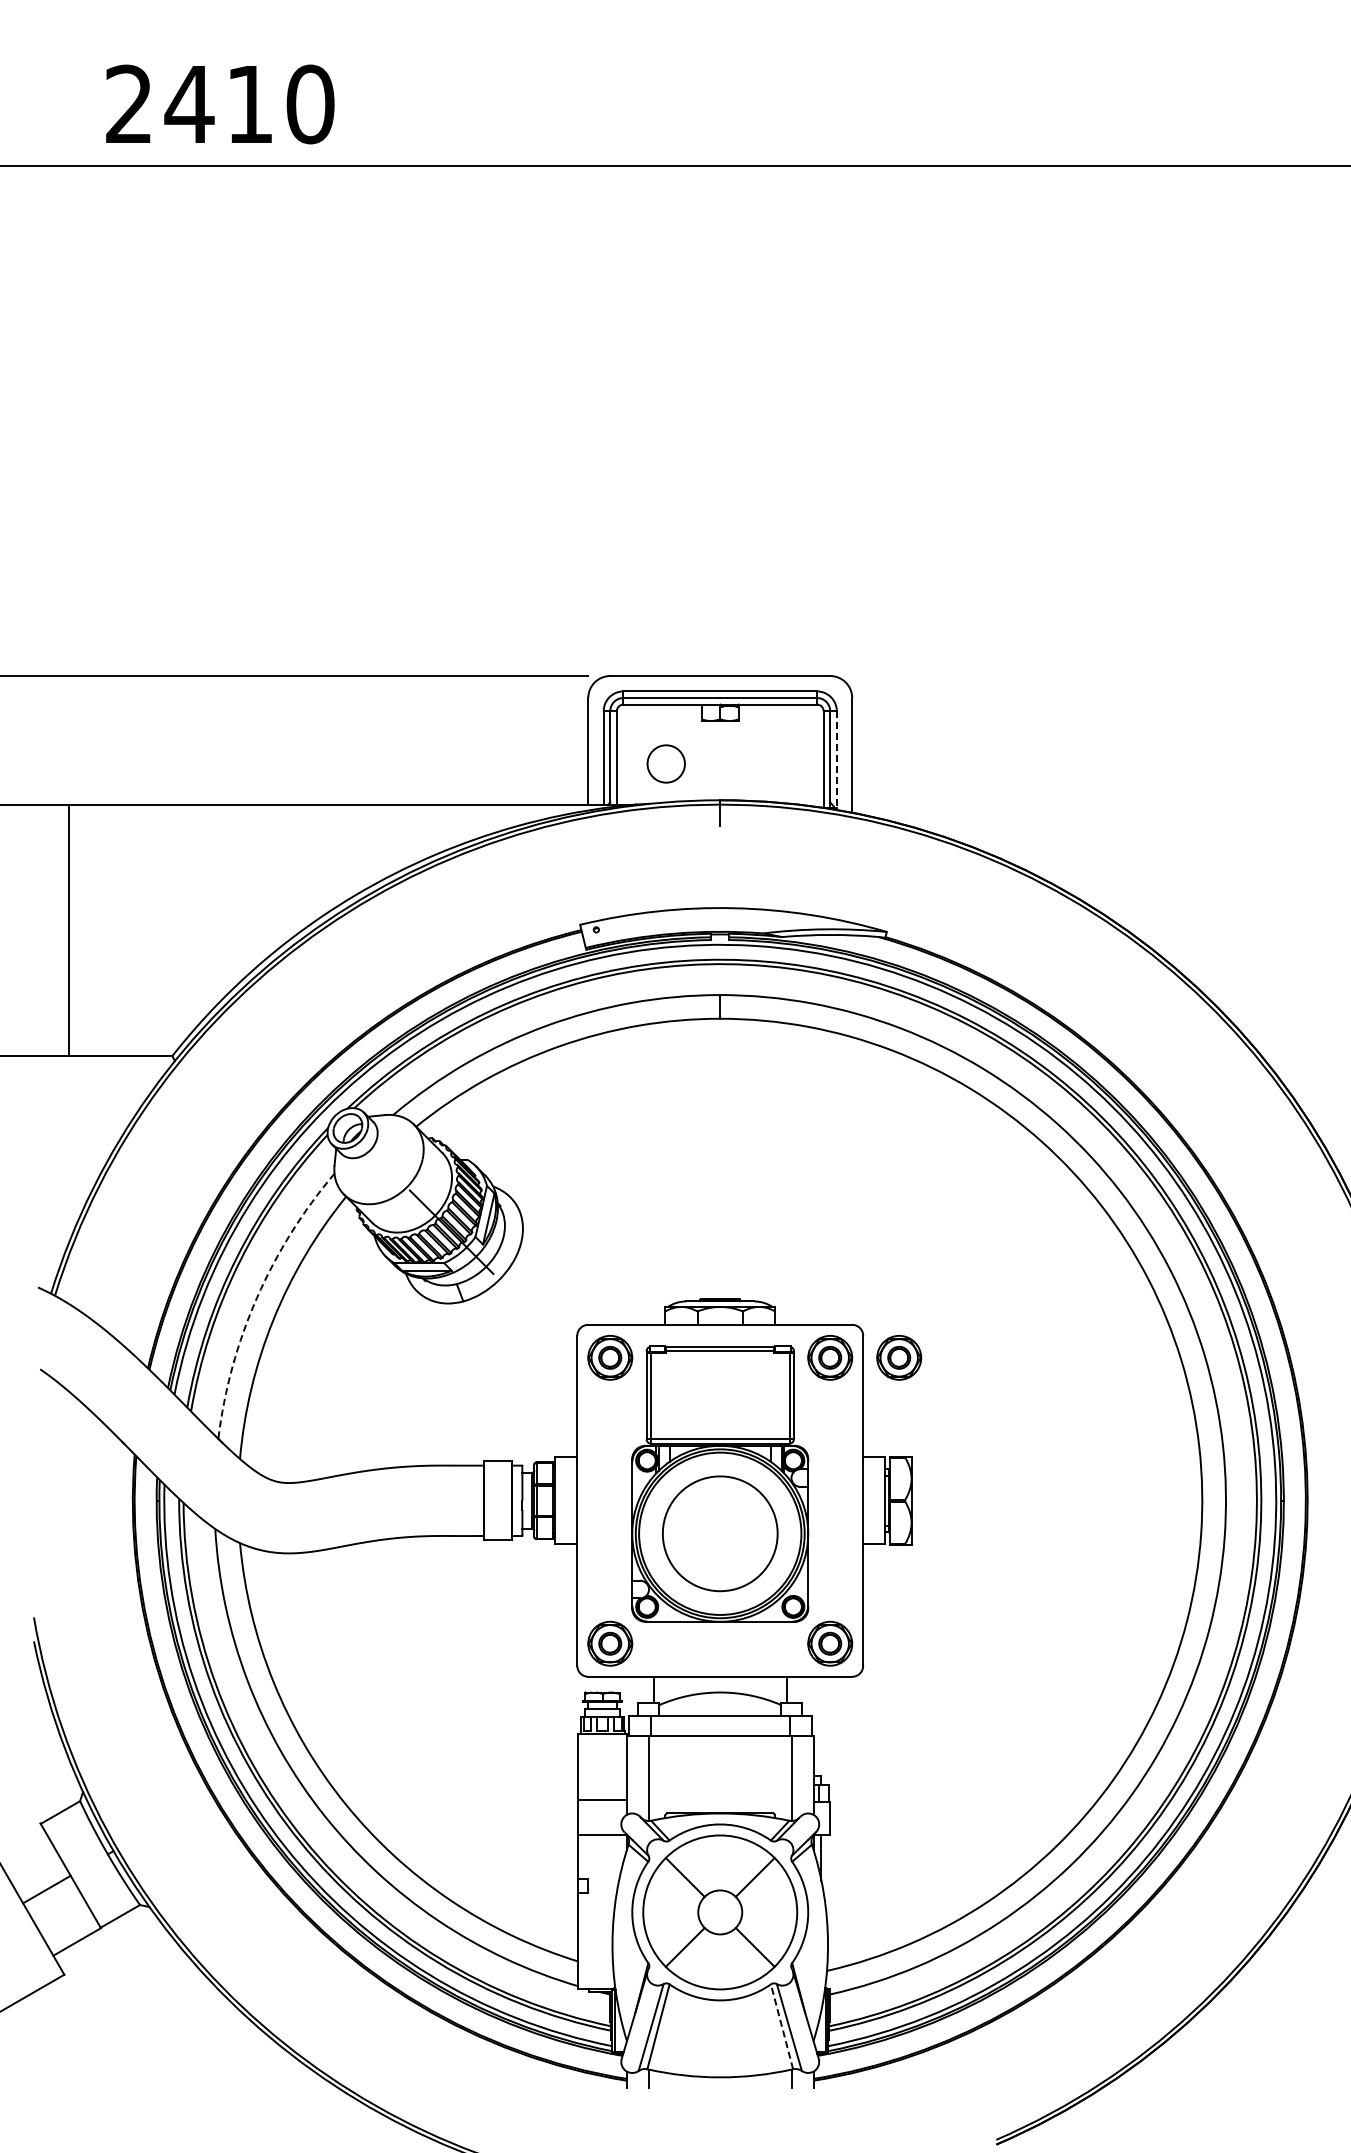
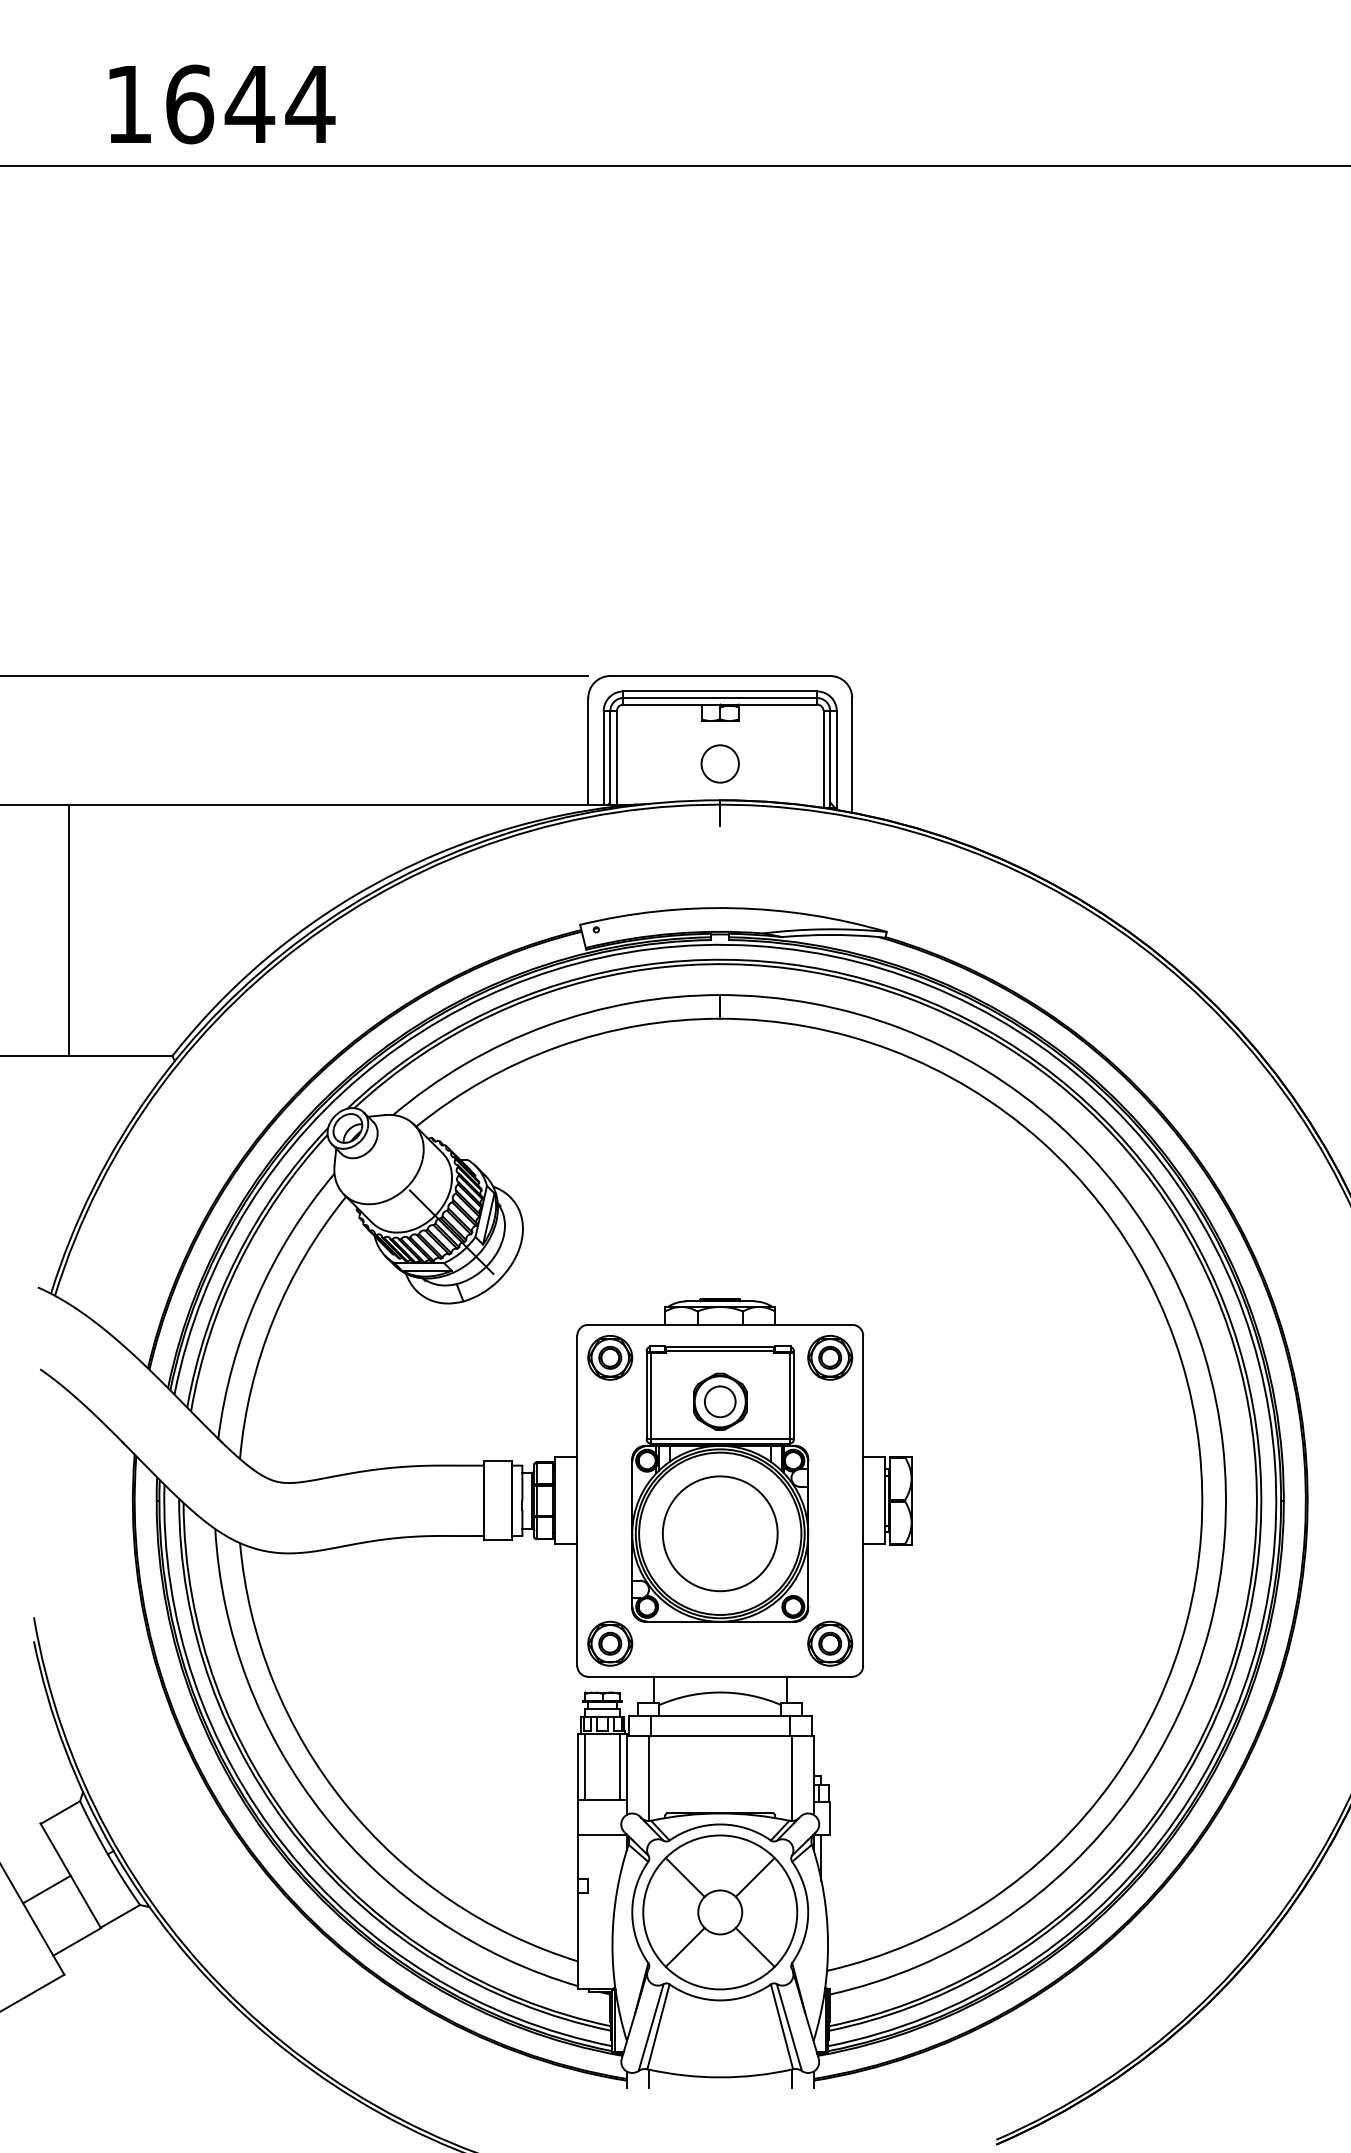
text at (220, 104): 2410 -> 1644
line at (836, 760): dashed -> solid
circle at (665, 763) position: (665, 763) -> (719, 763)
arc at (257, 1297): dashed -> solid
part at (899, 1357): present -> none
part at (720, 1401): none -> present
line at (584, 1767): none -> present
line at (620, 1767): none -> present
line at (782, 2026): dashed -> solid
